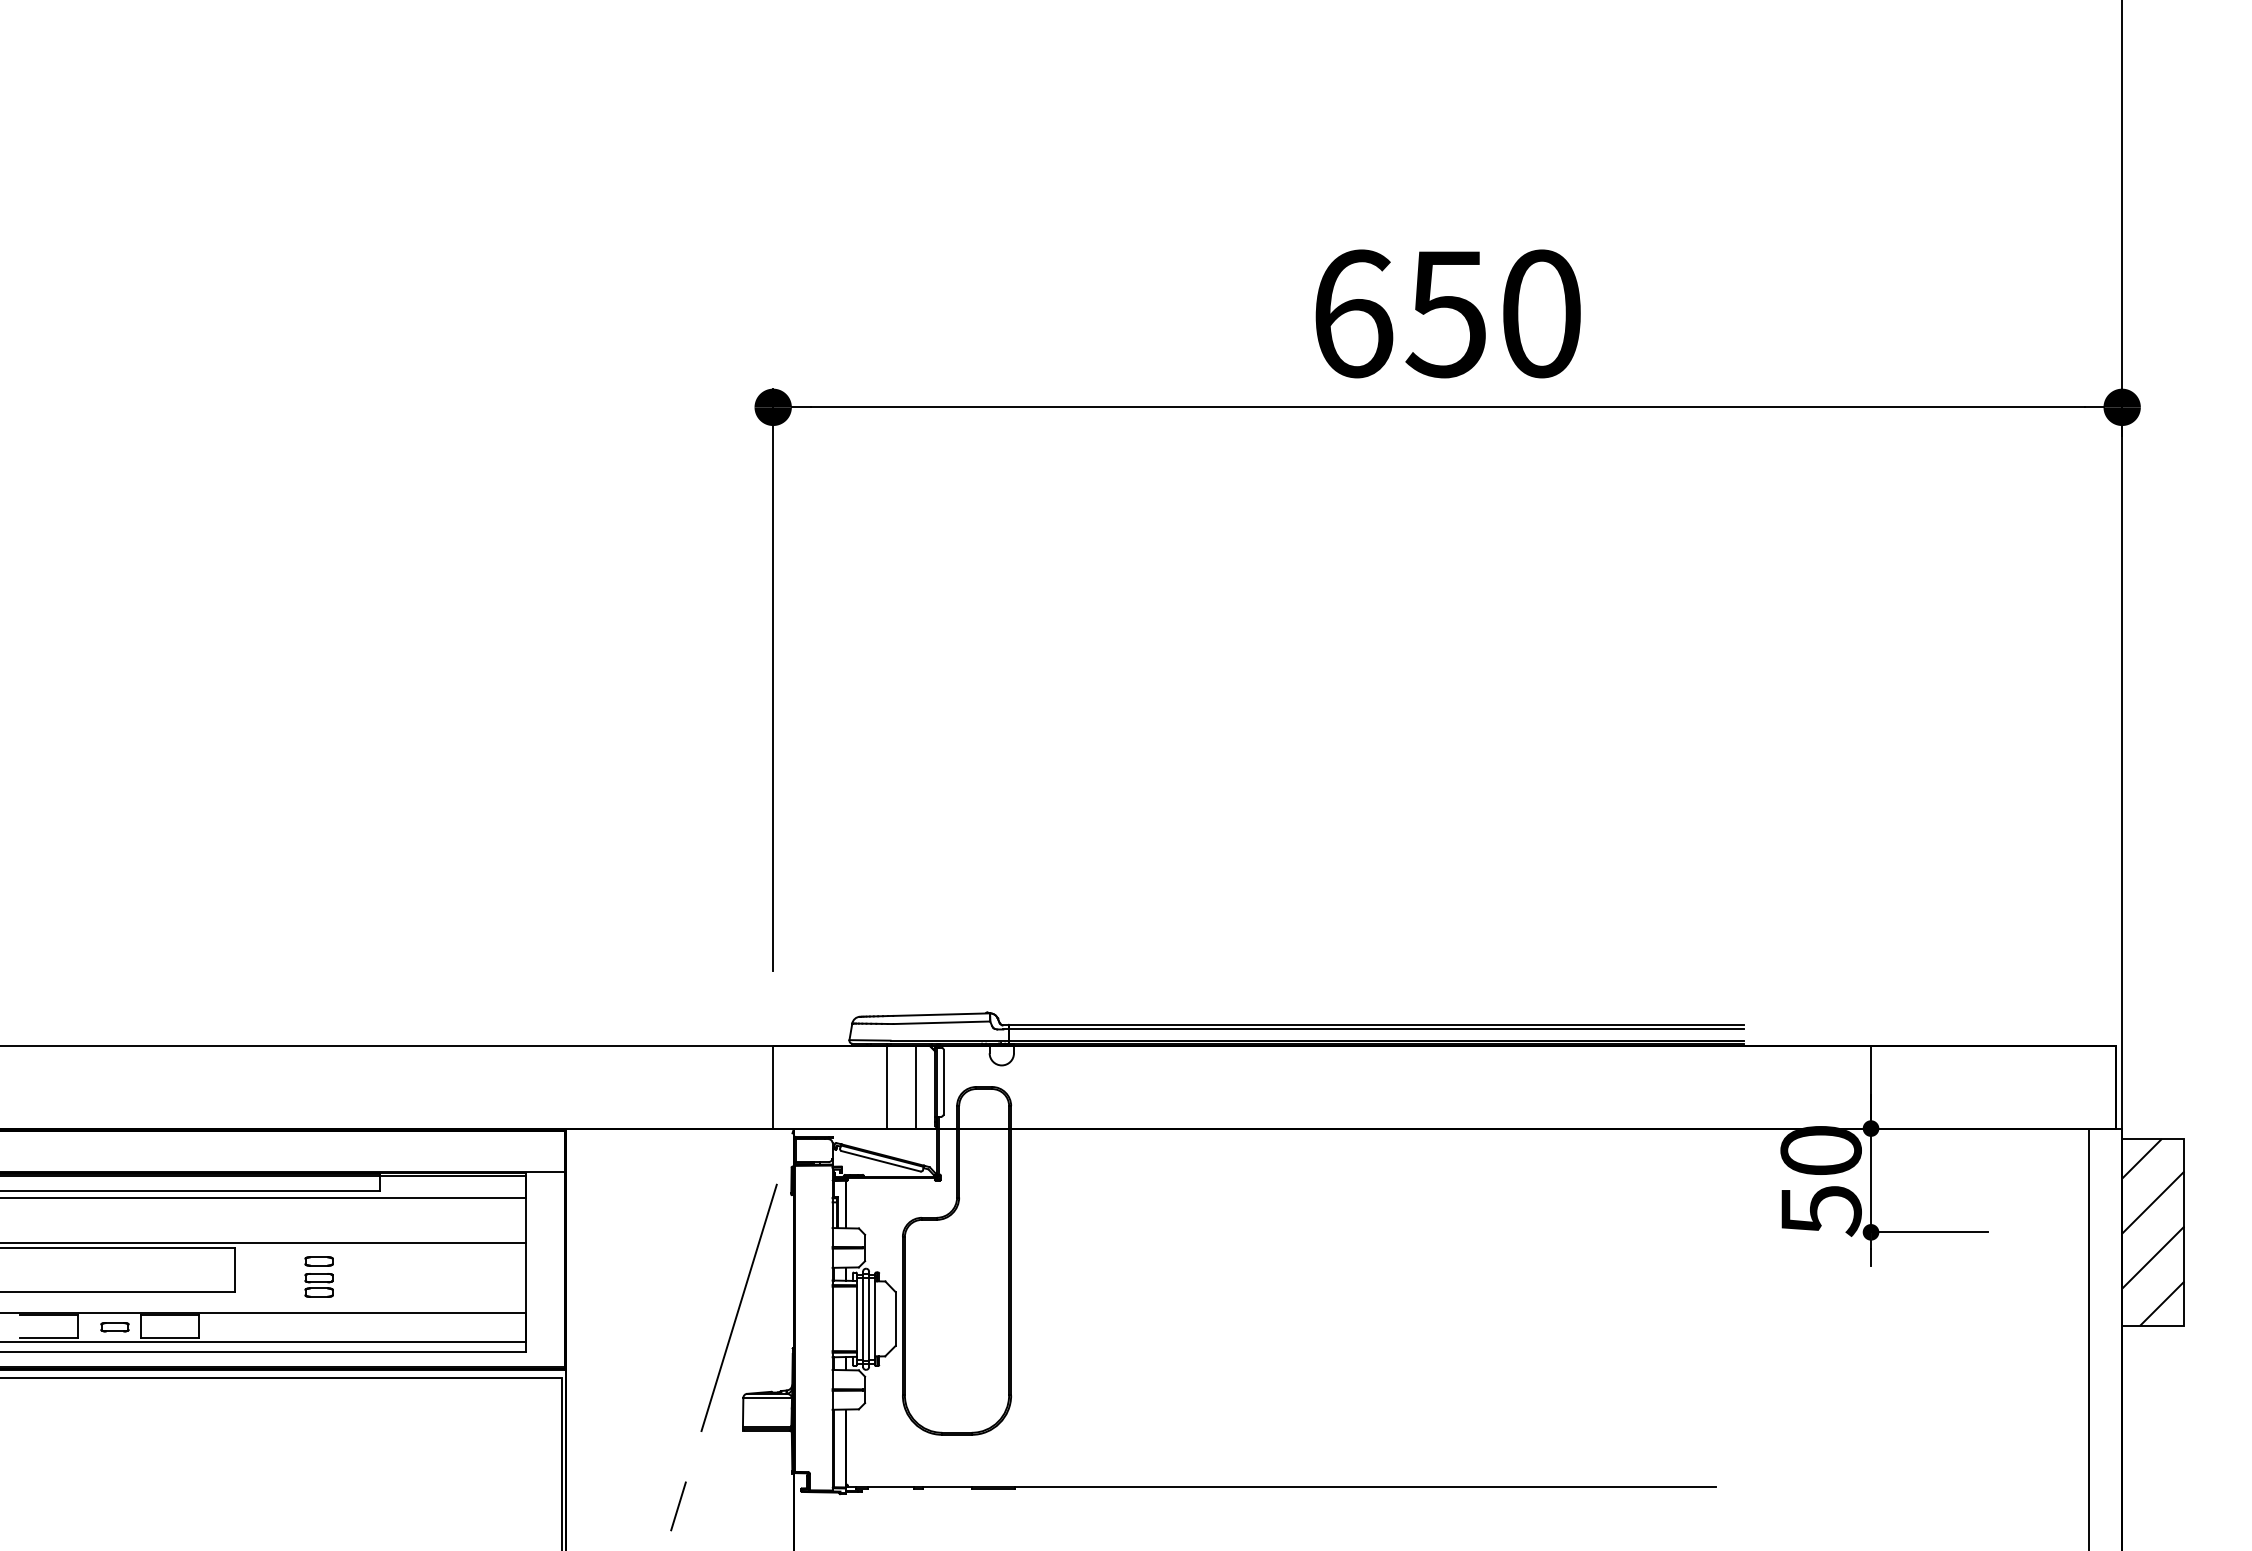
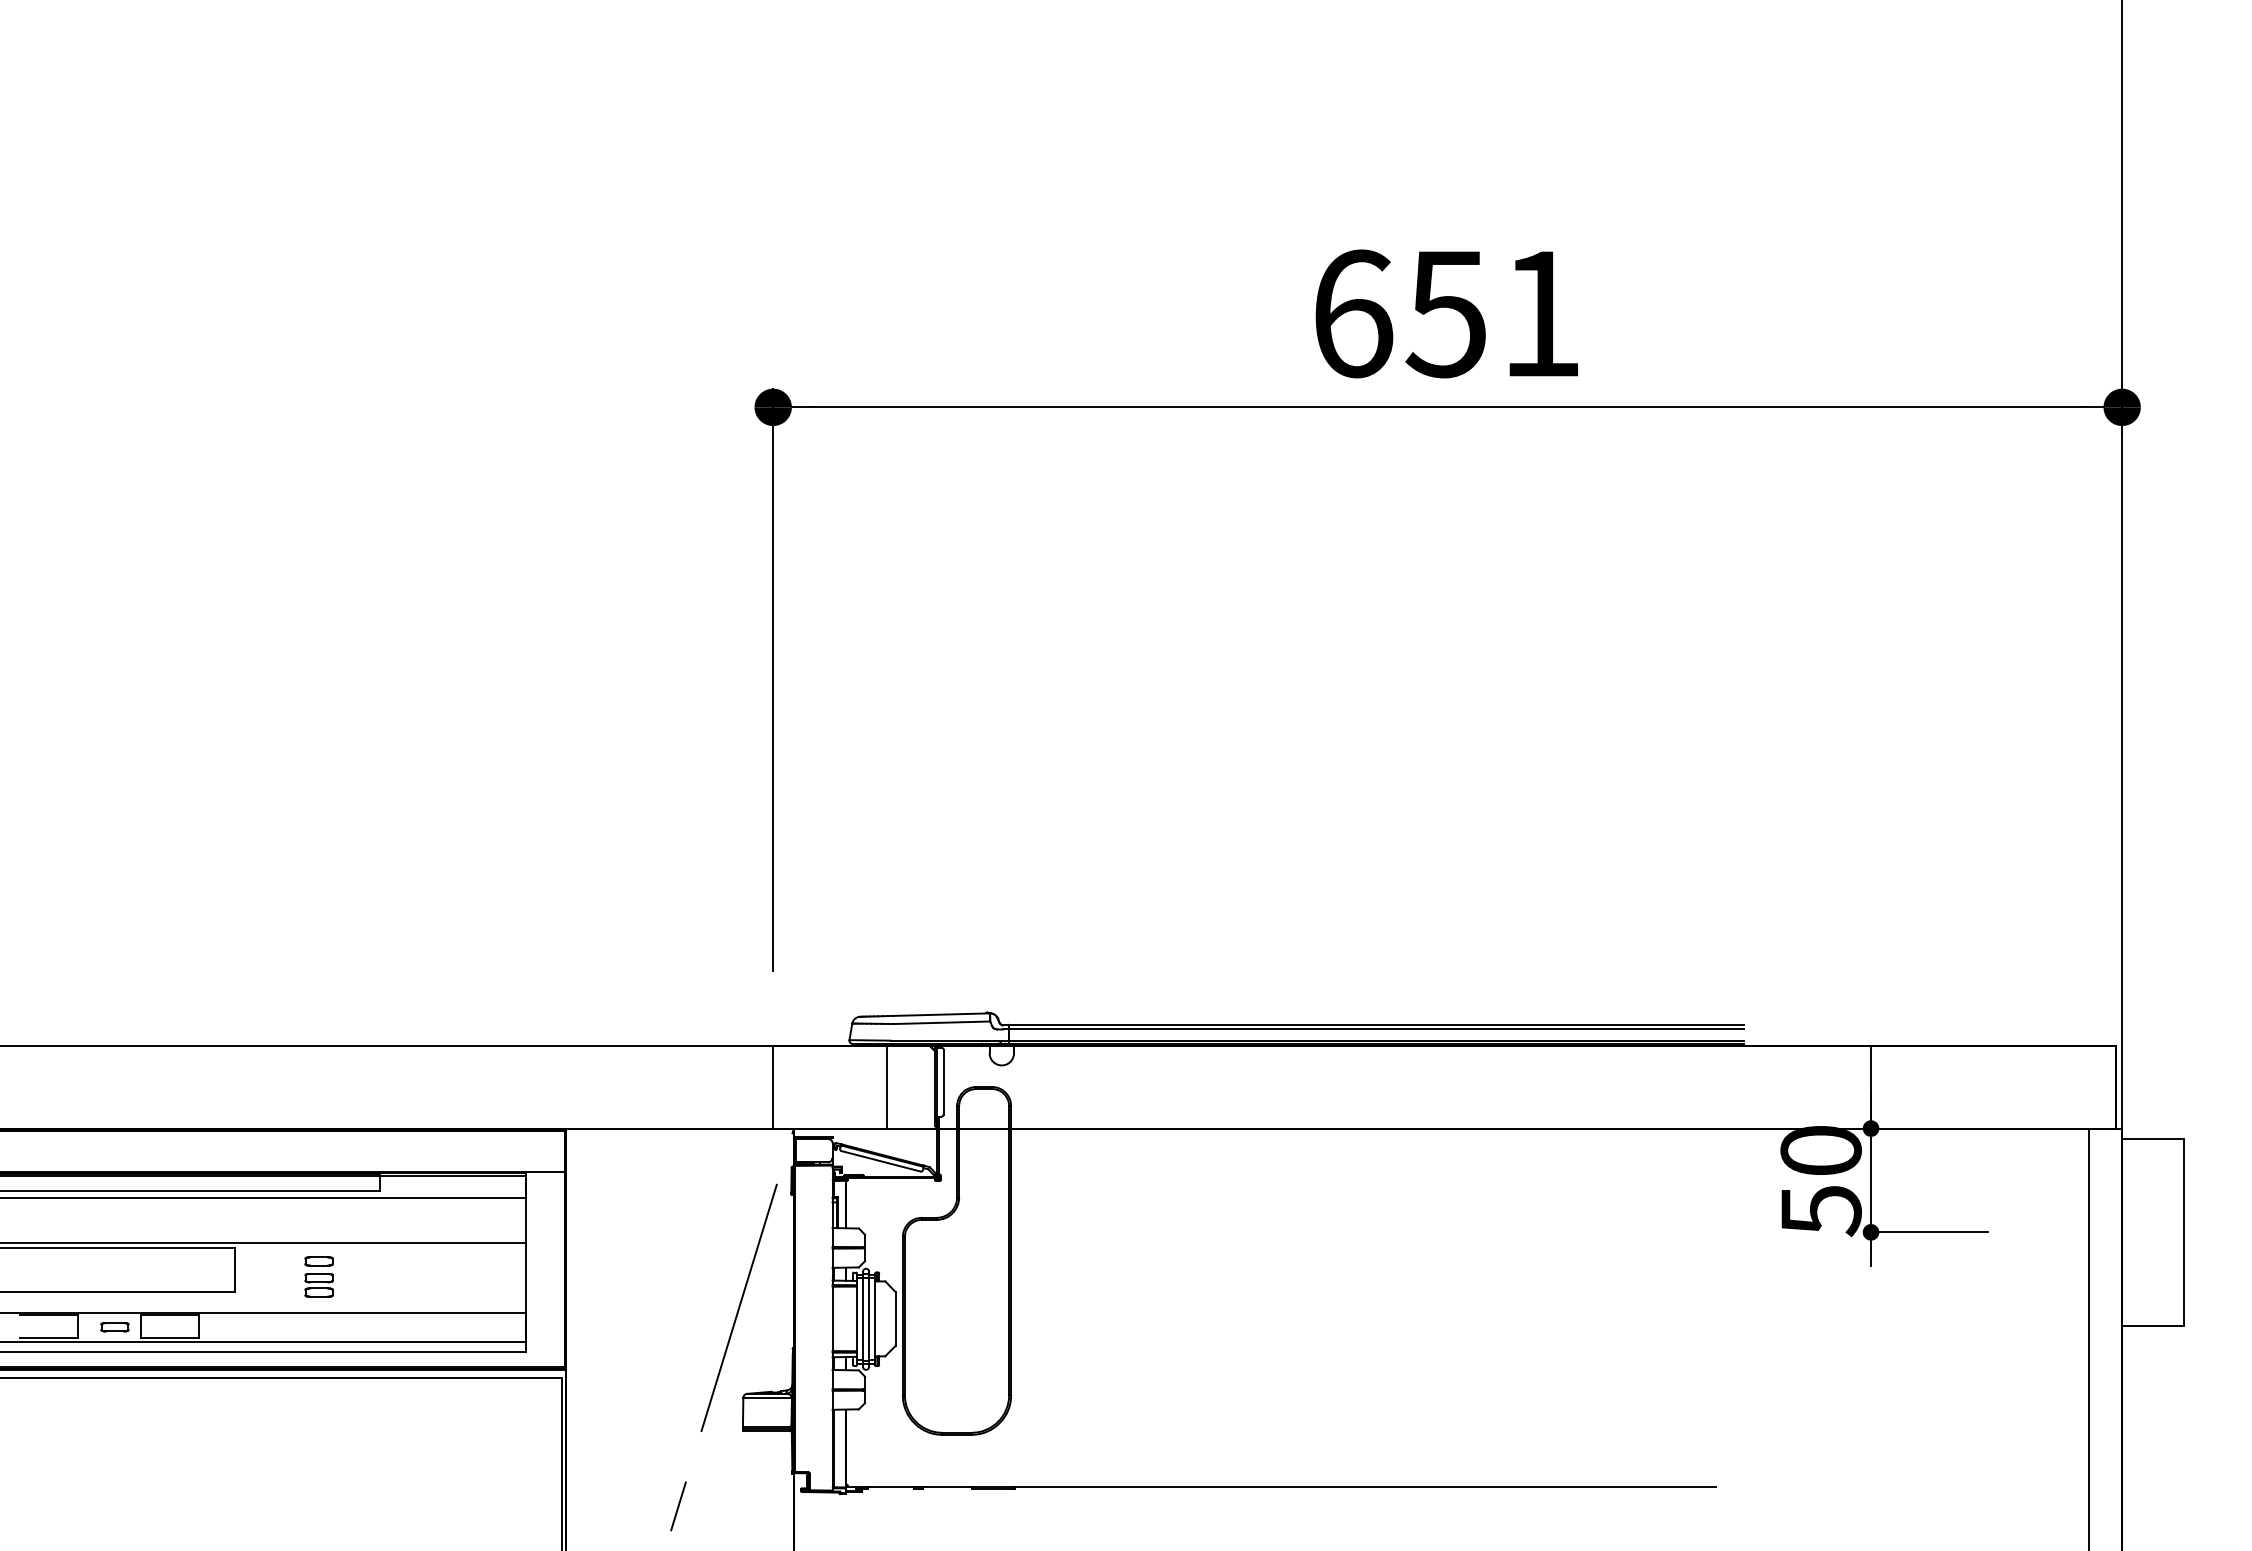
text at (1541, 313): 650 -> 651
line at (916, 1086): present -> none
hatch at (2153, 1231): present -> none
